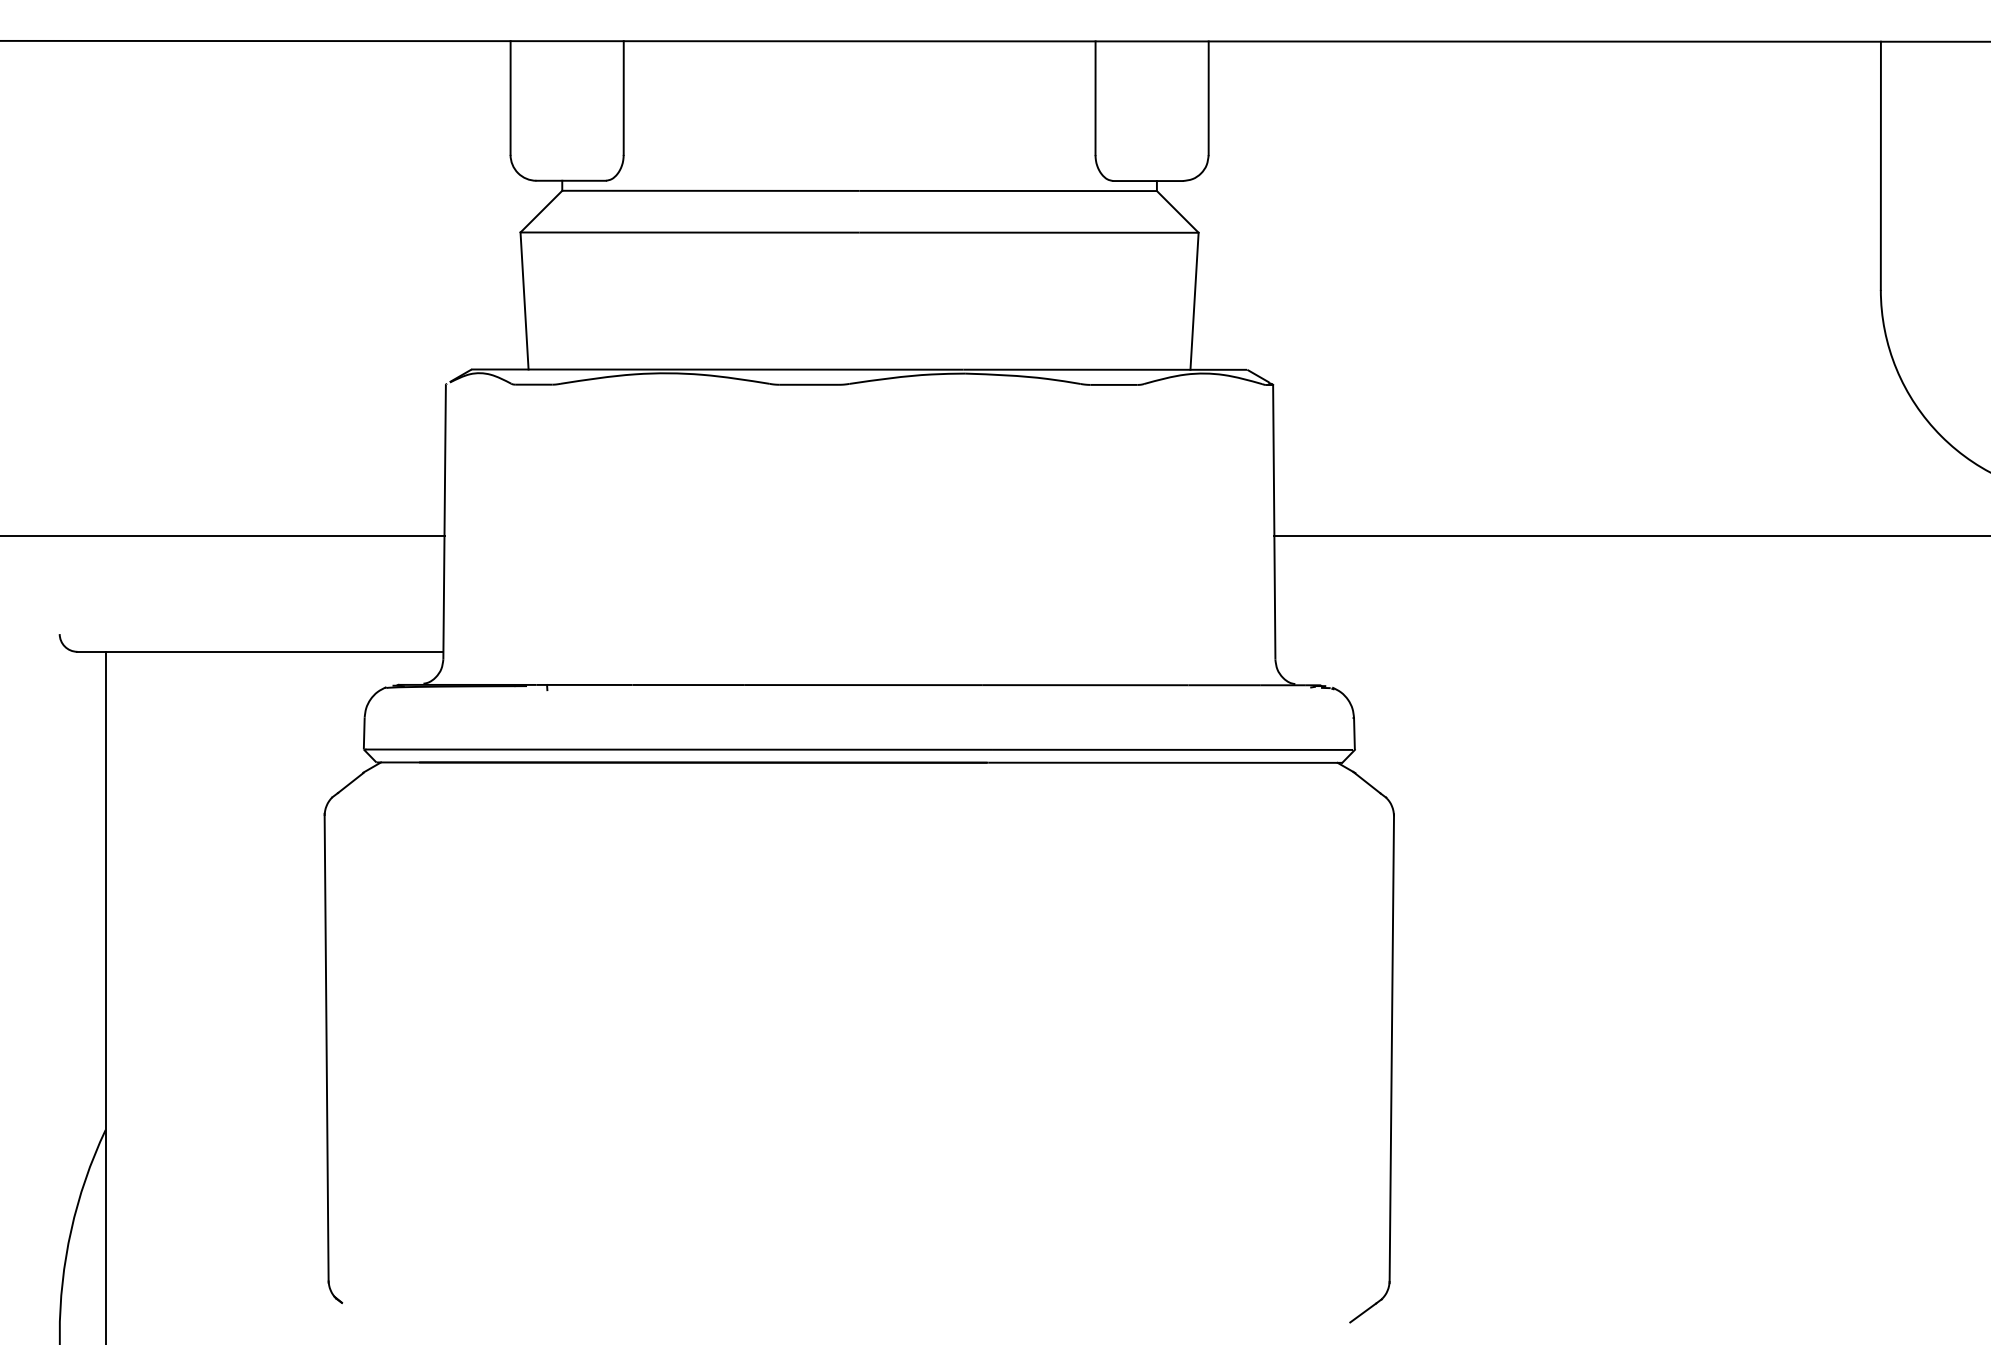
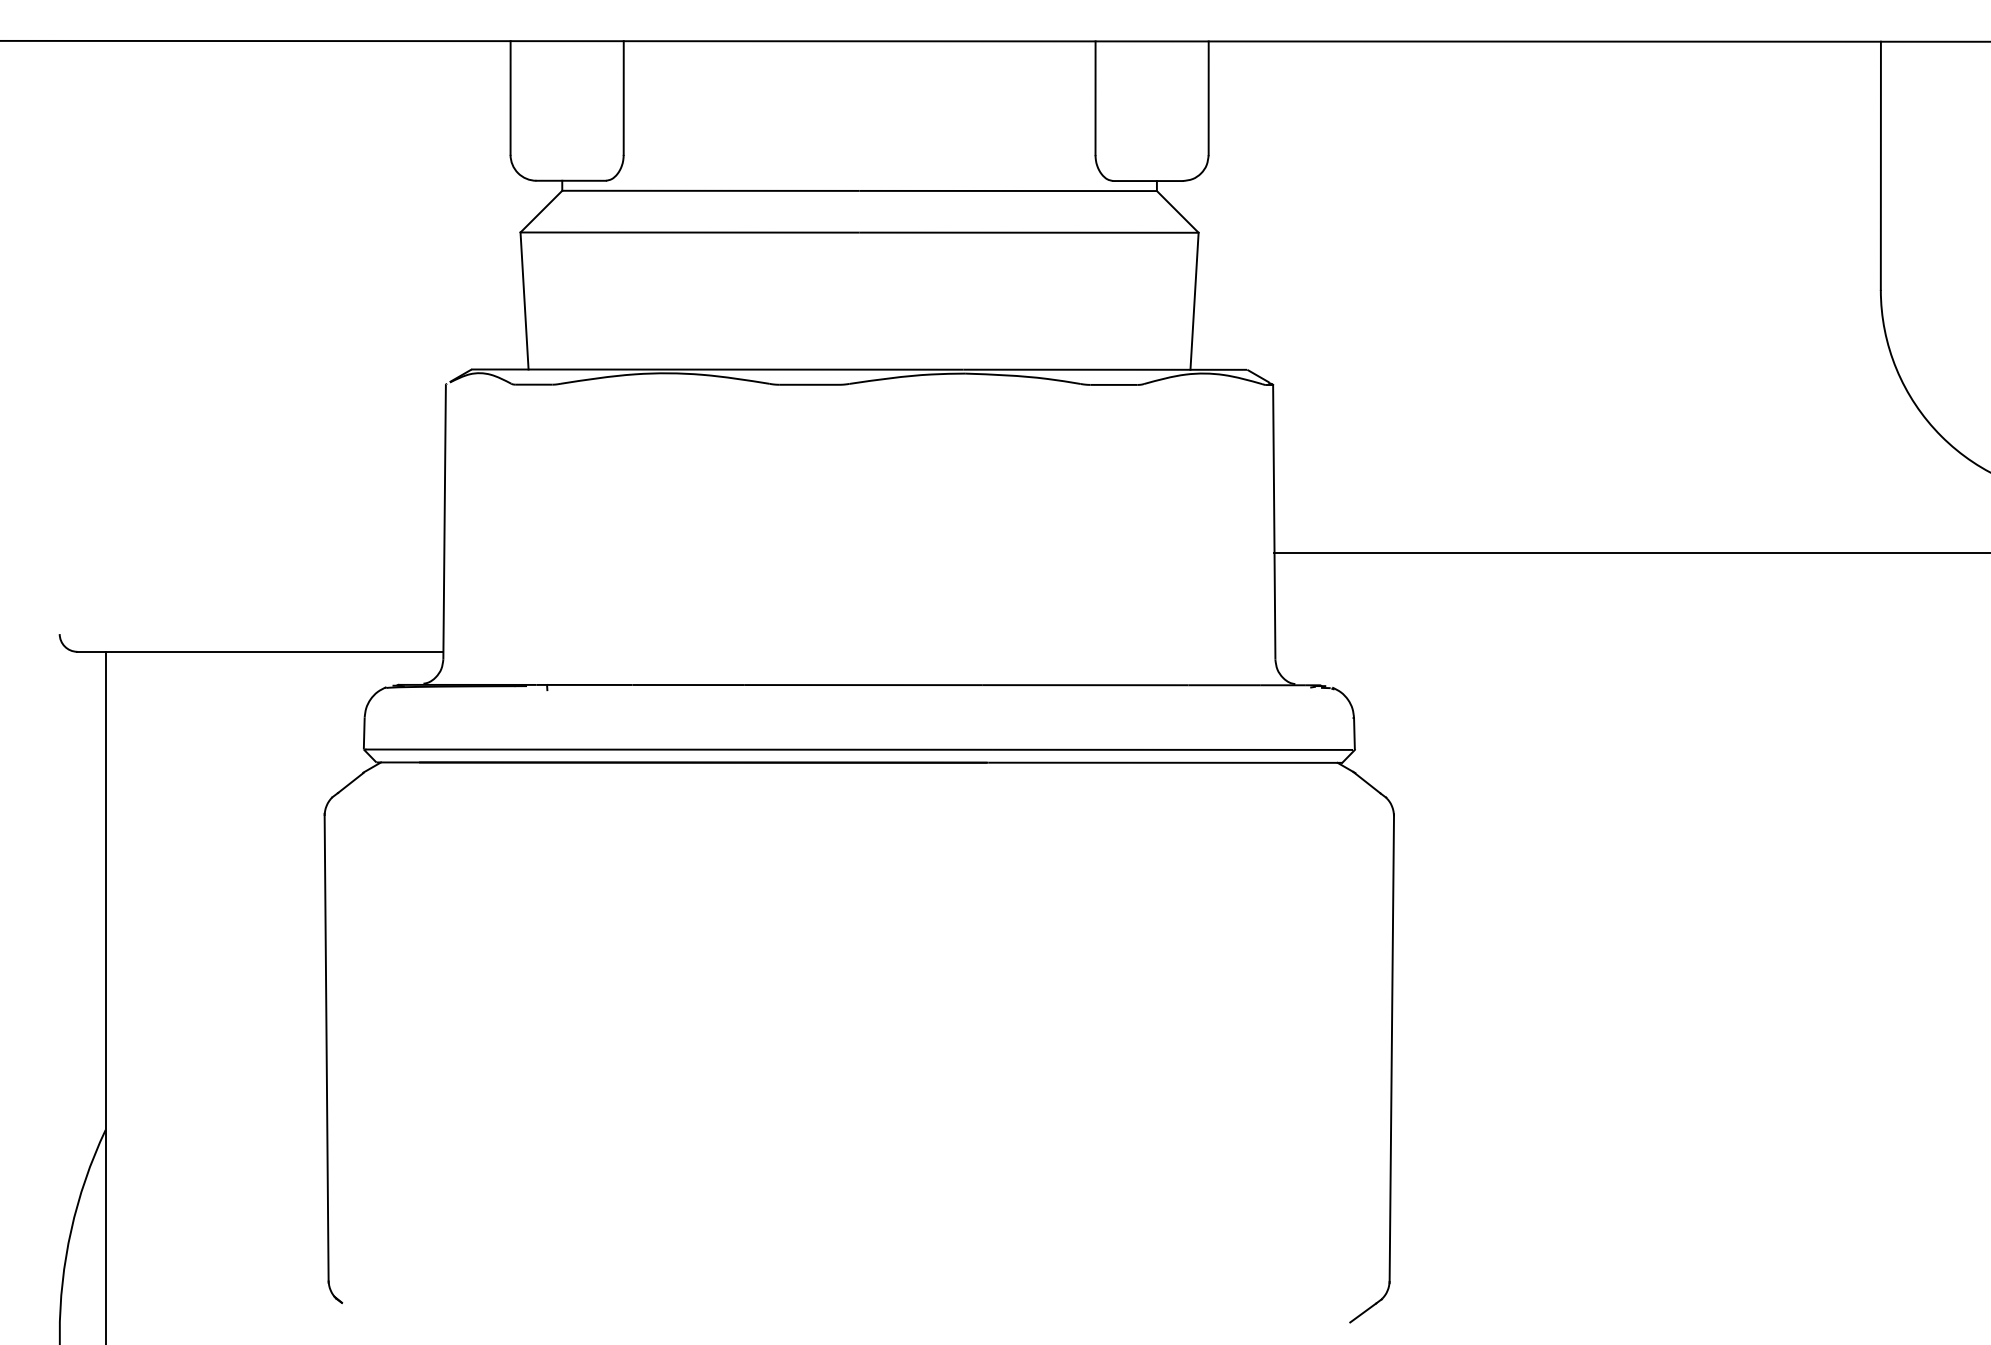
line at (223, 535): present -> none
line at (1630, 535) position: (1630, 535) -> (1630, 552)
